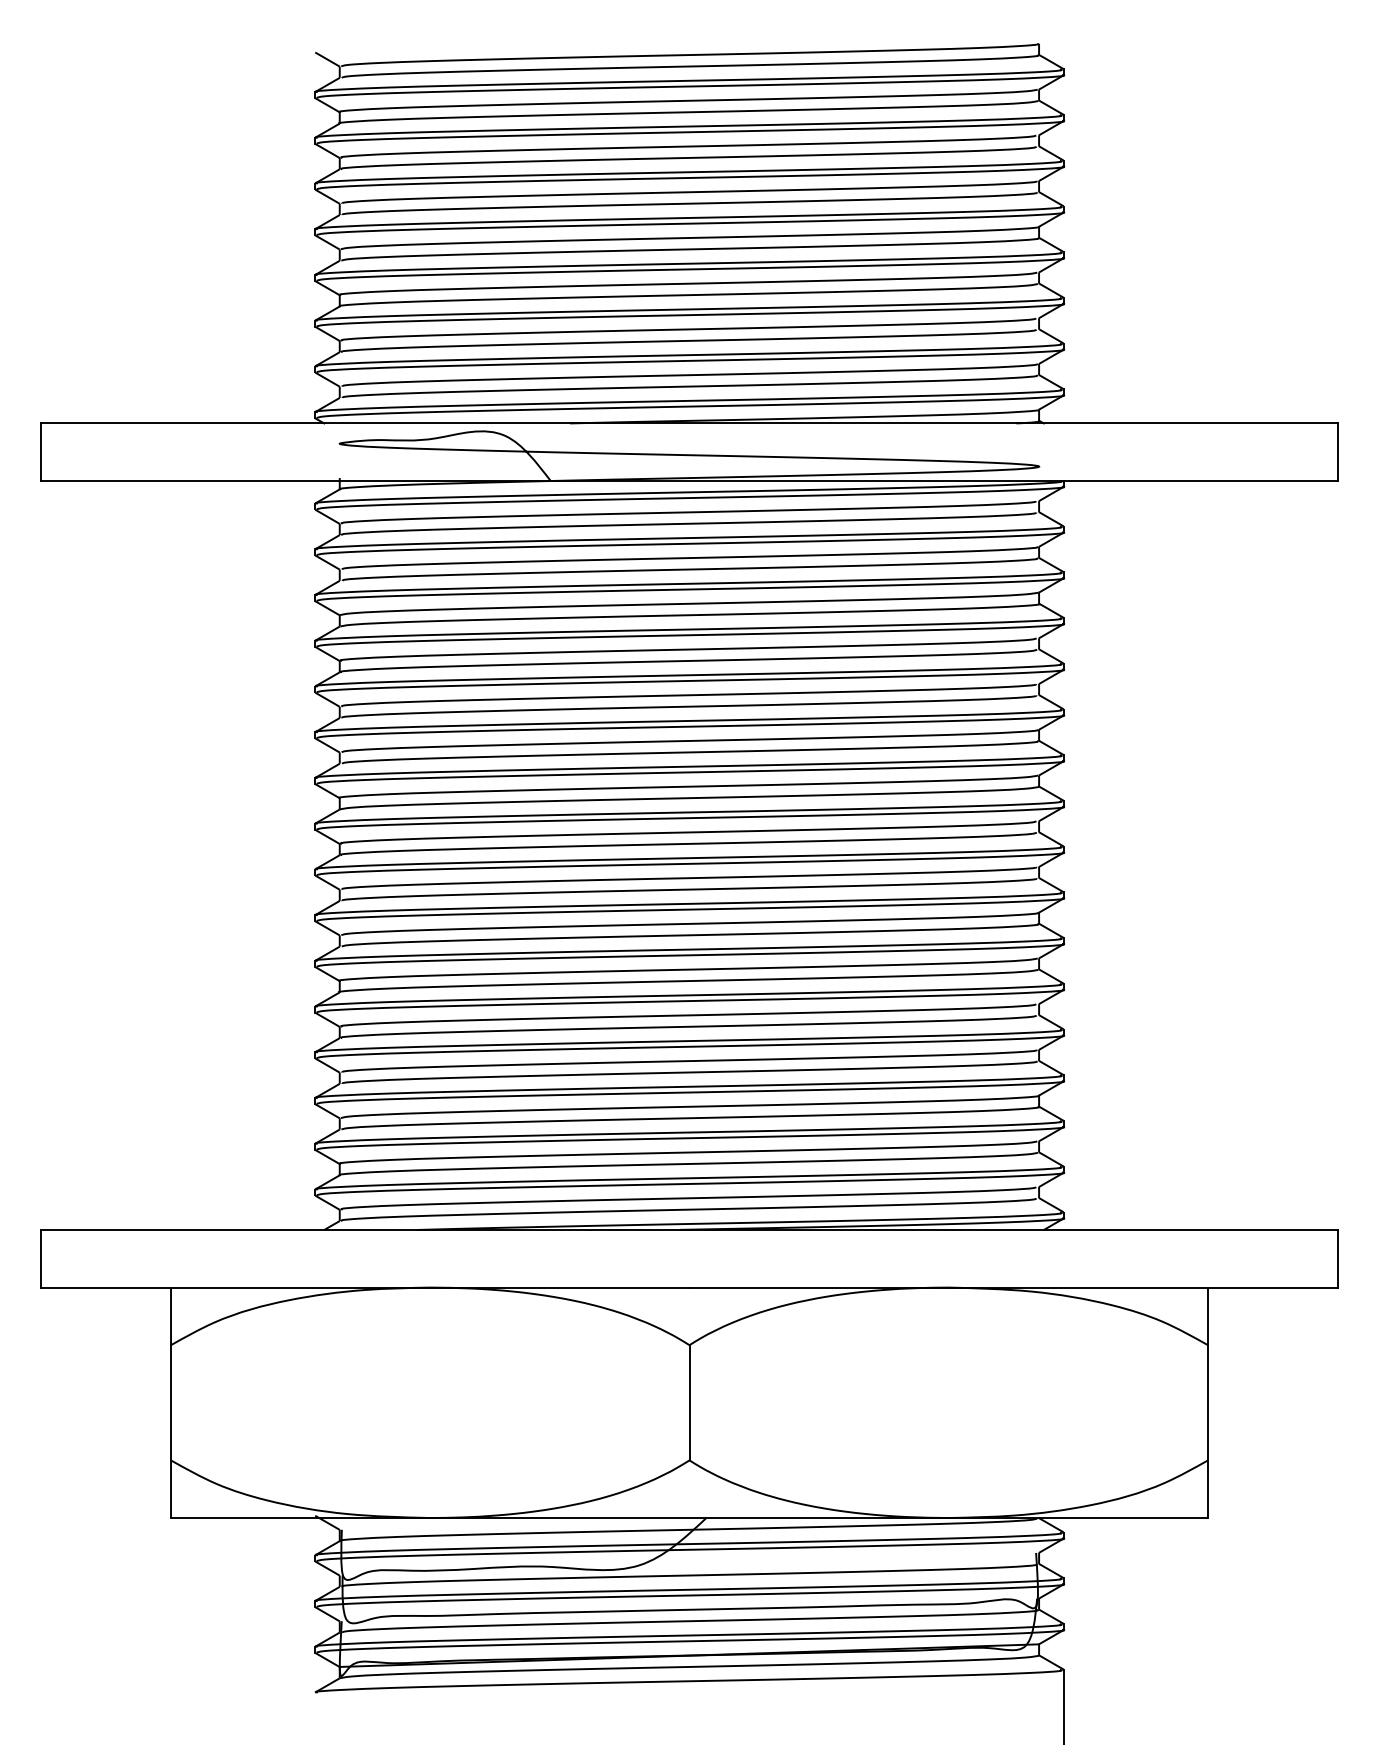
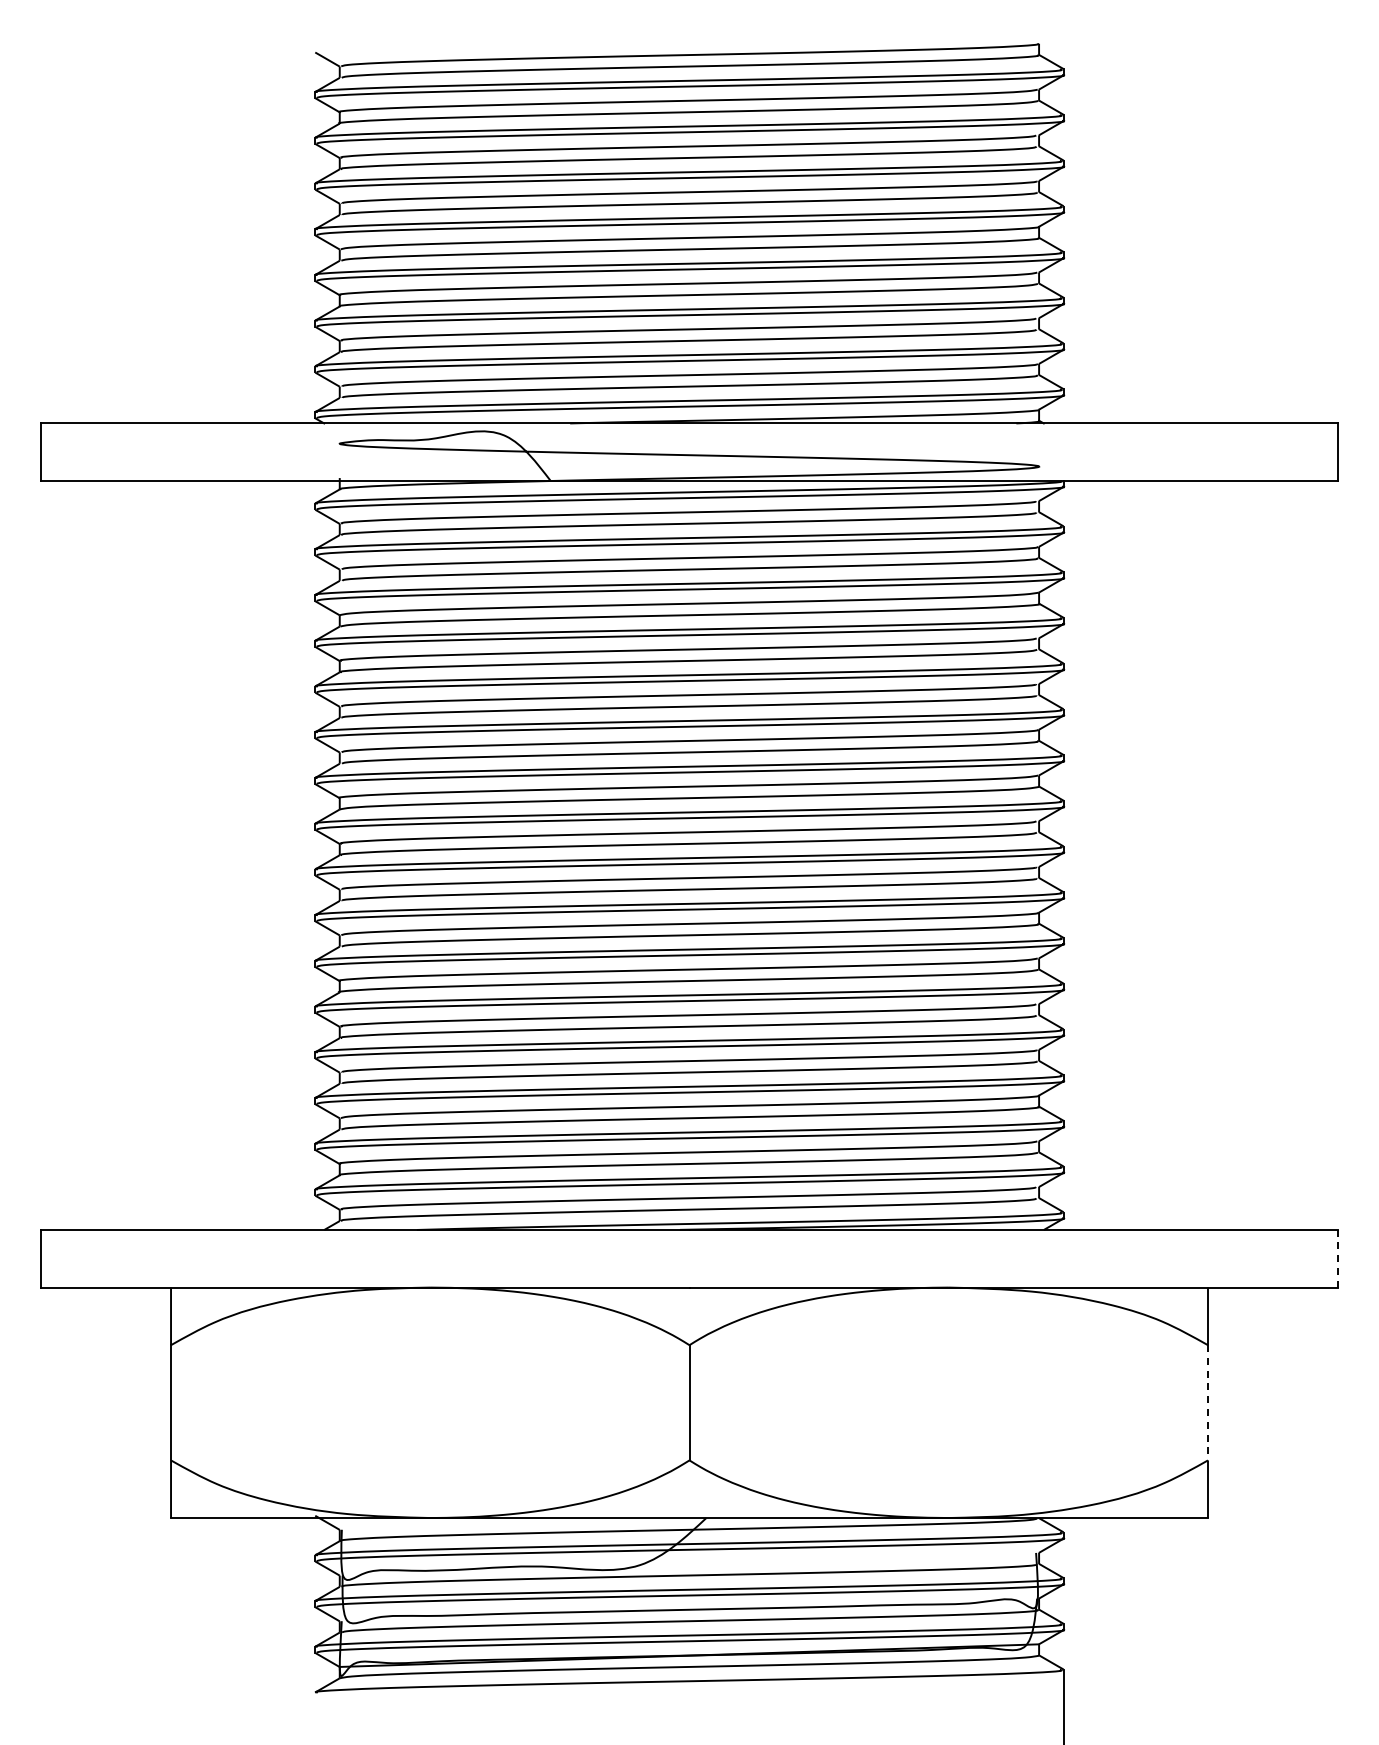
line at (1337, 1258): solid -> dashed
line at (1207, 1402): solid -> dashed
